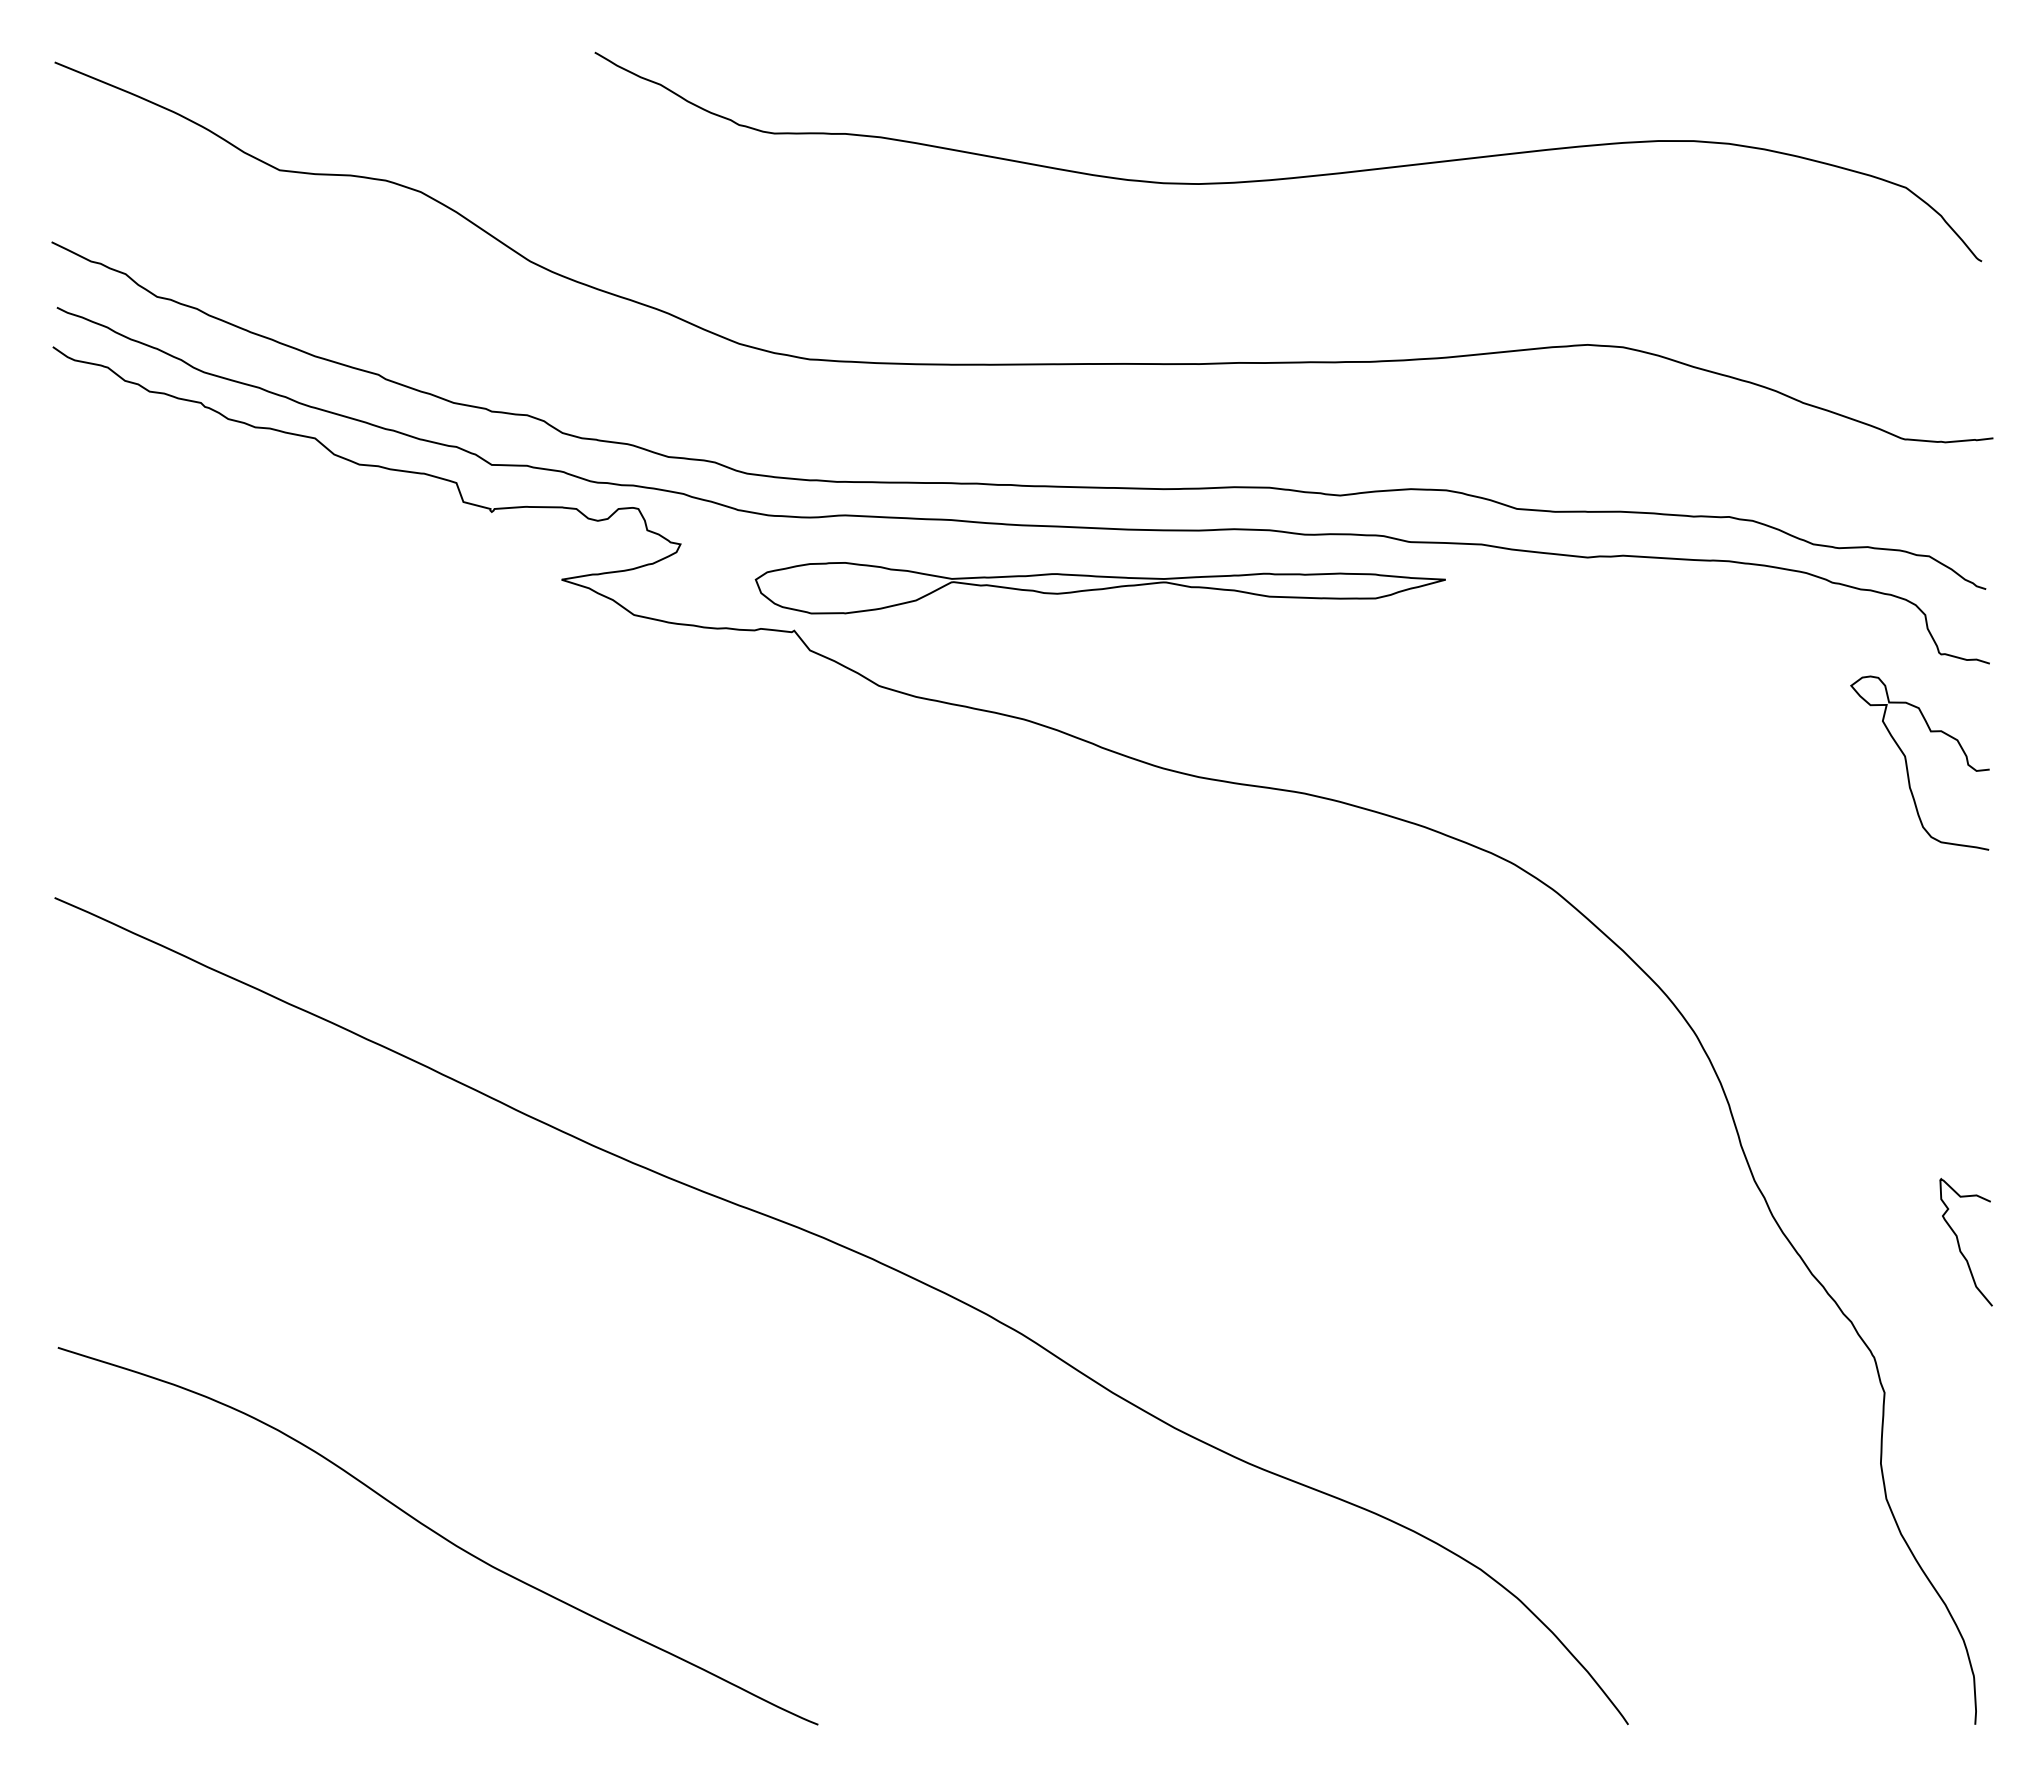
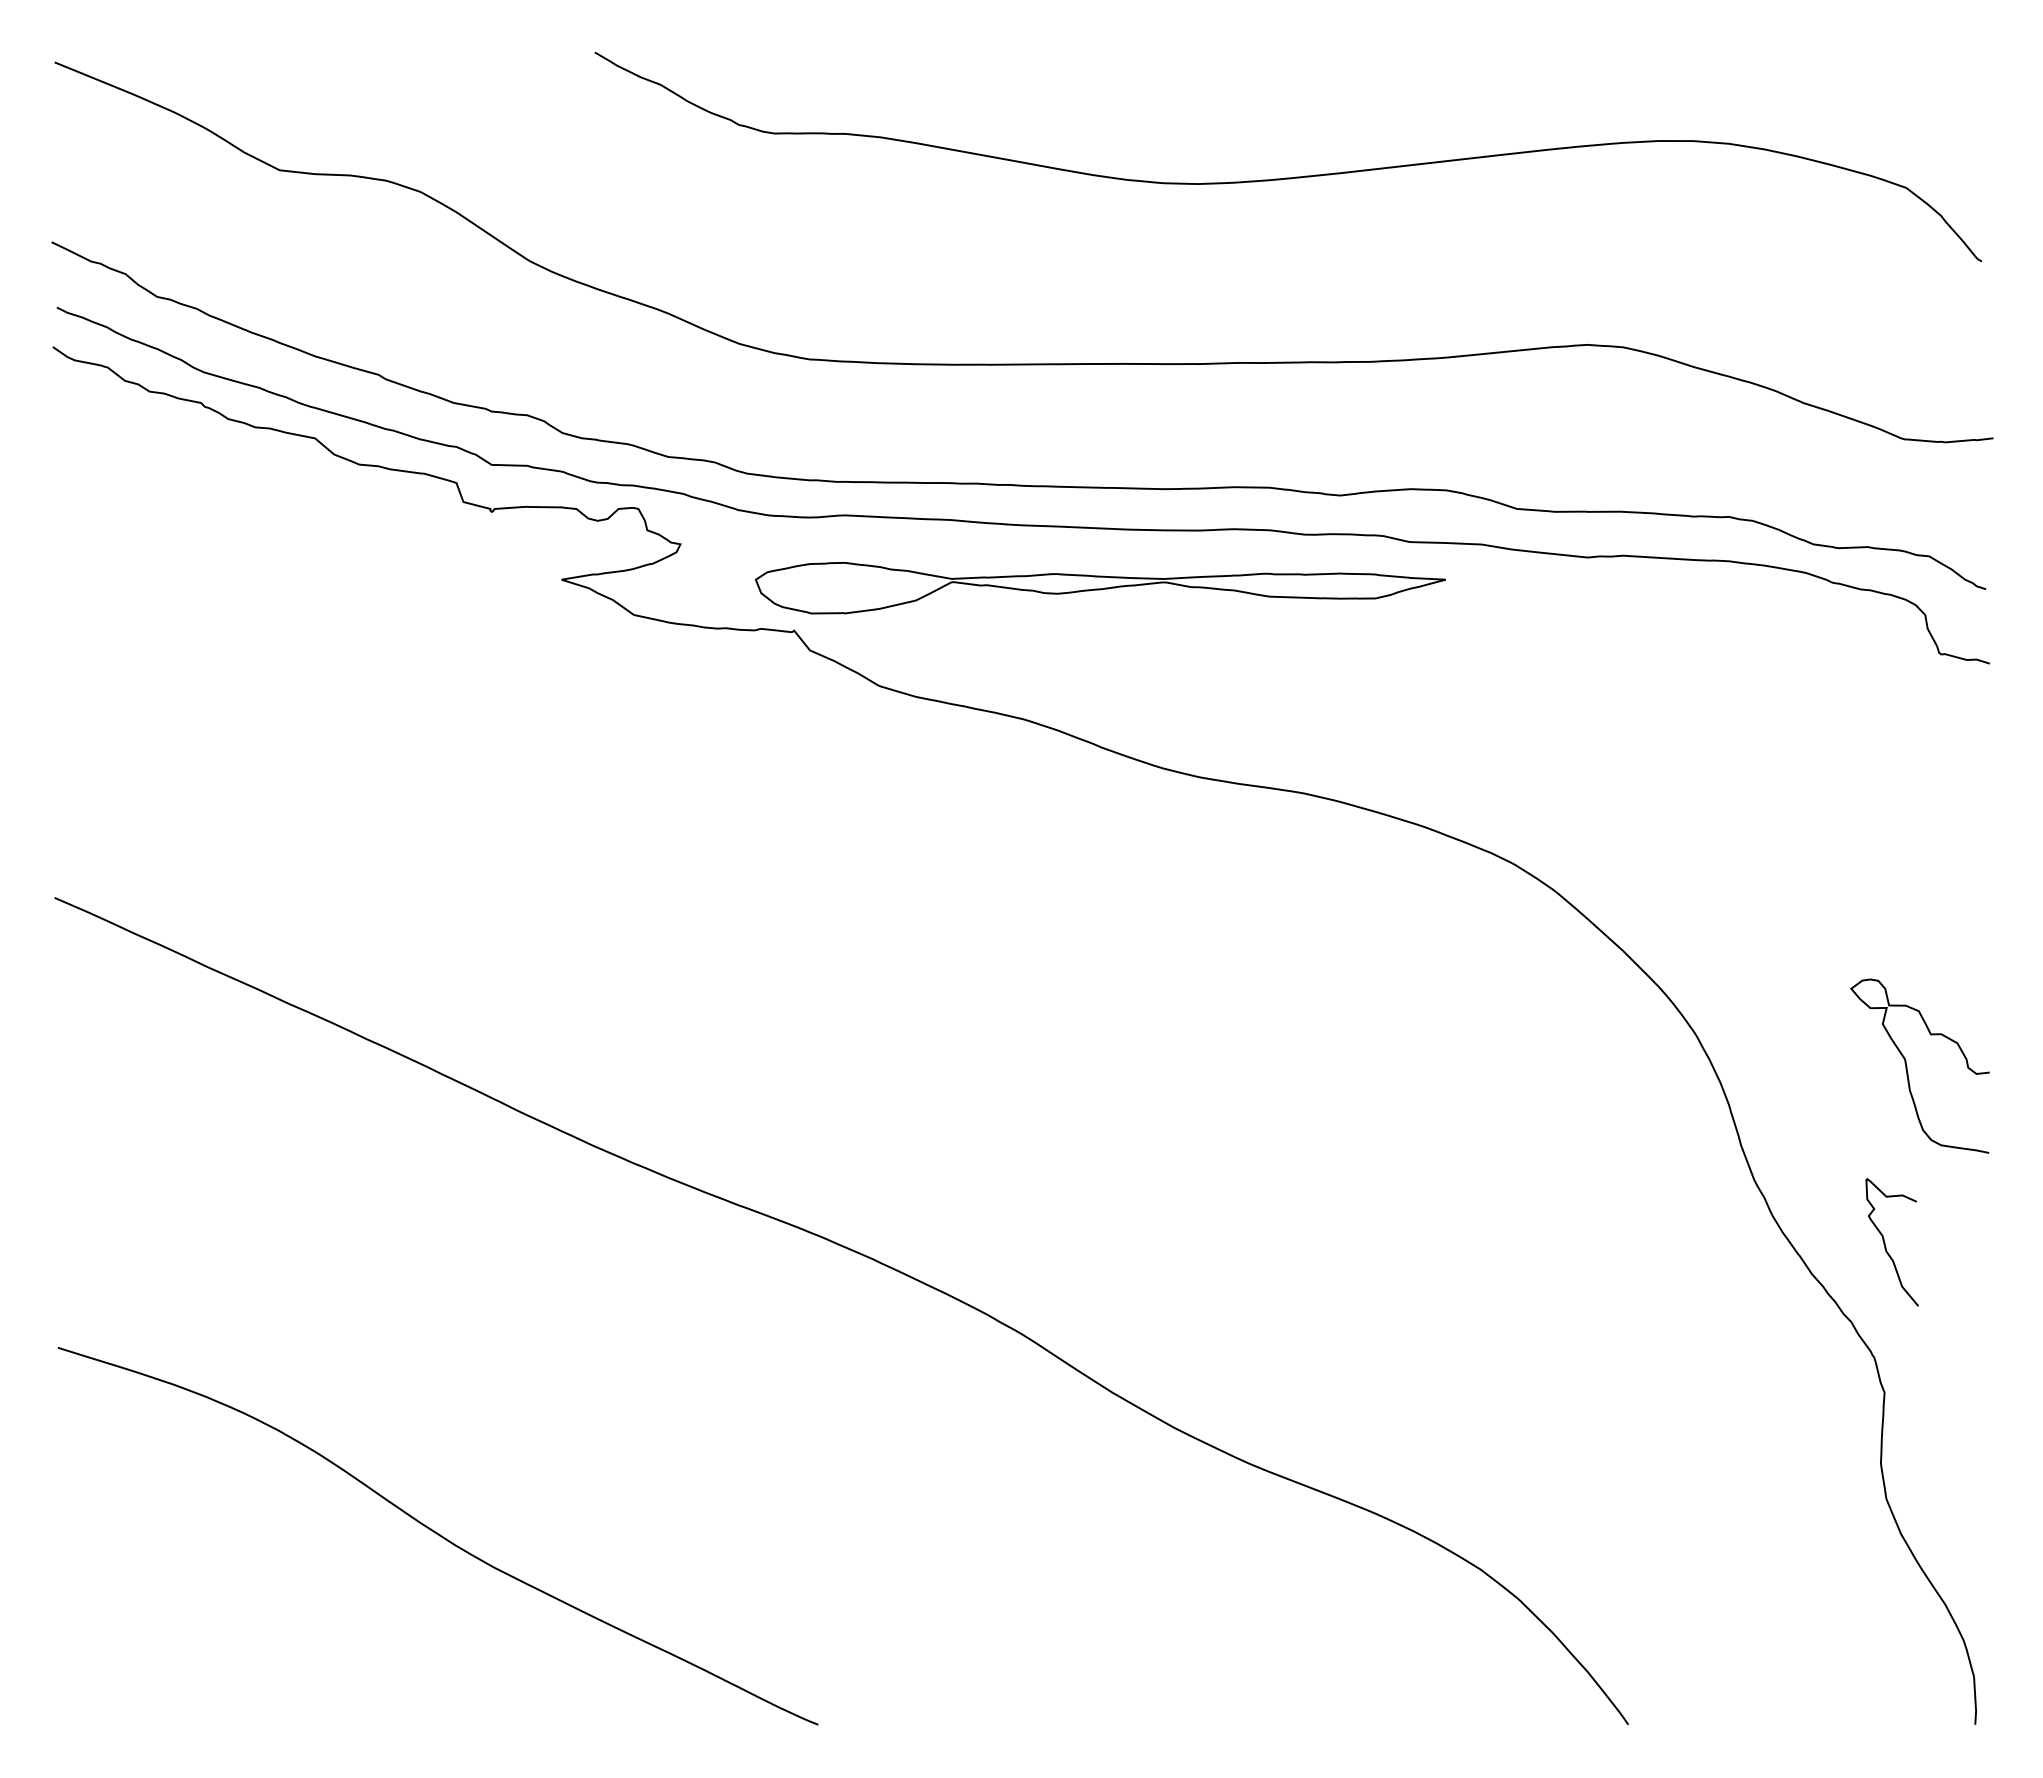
curve at (1907, 763) position: (1907, 763) -> (1907, 1066)
curve at (1959, 1242) position: (1959, 1242) -> (1885, 1242)
